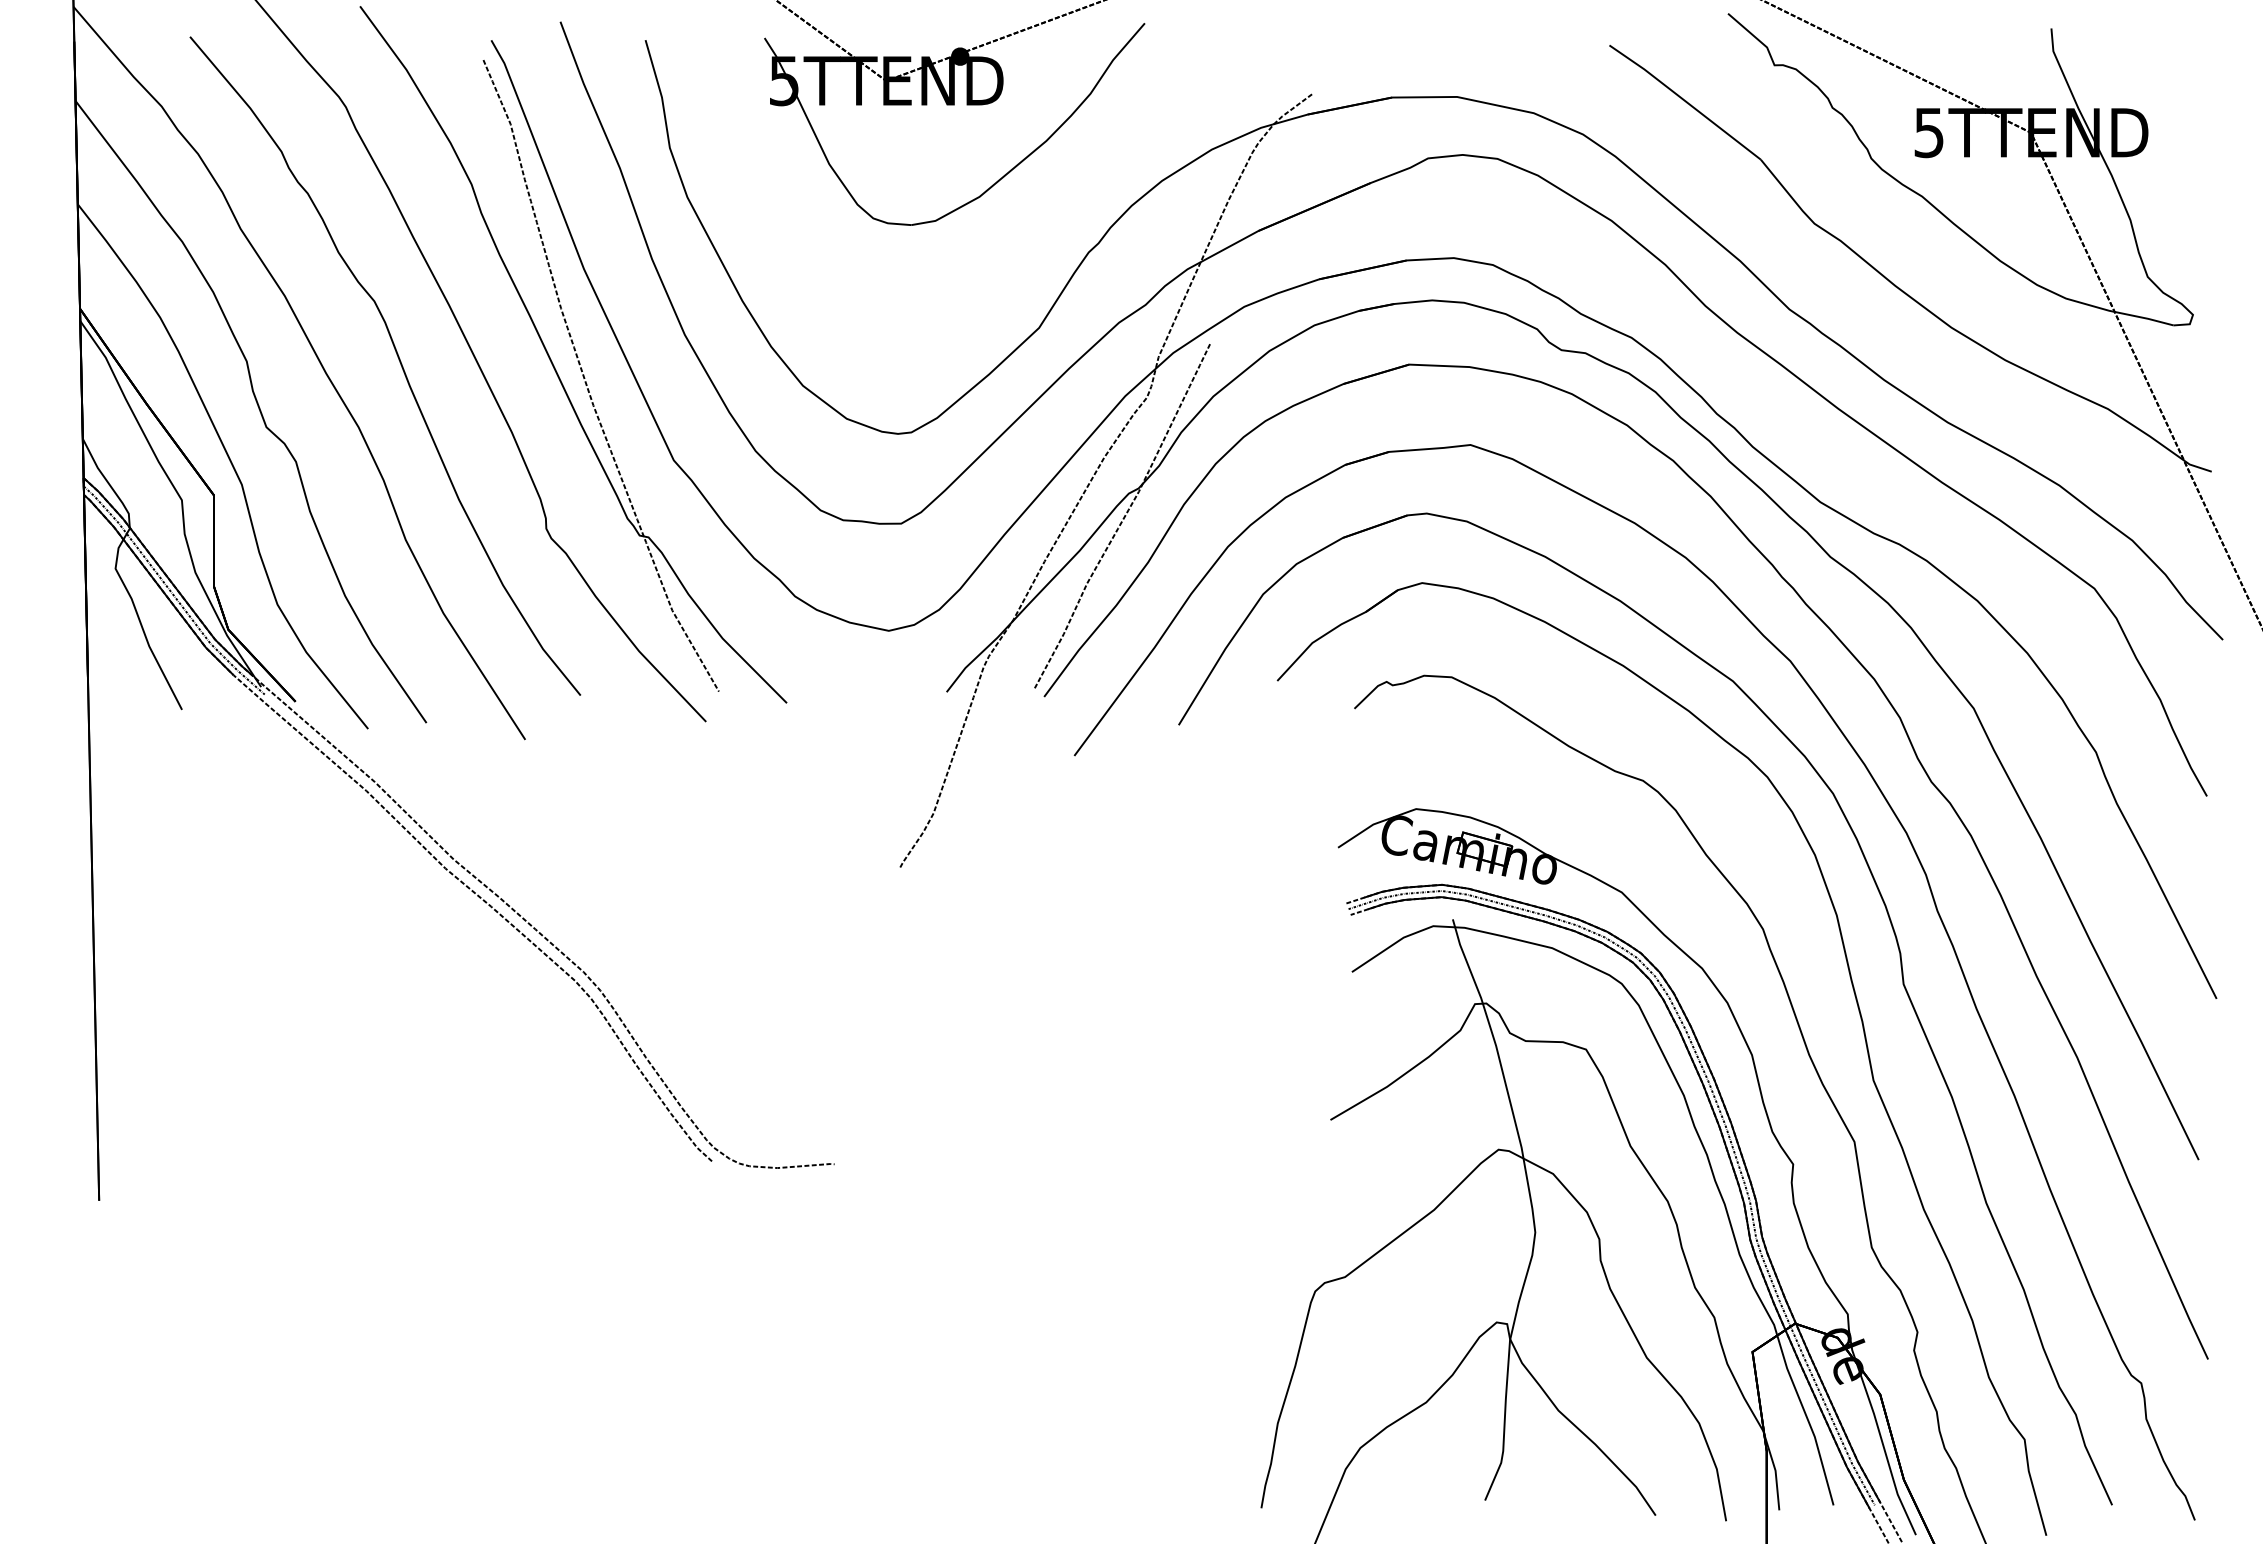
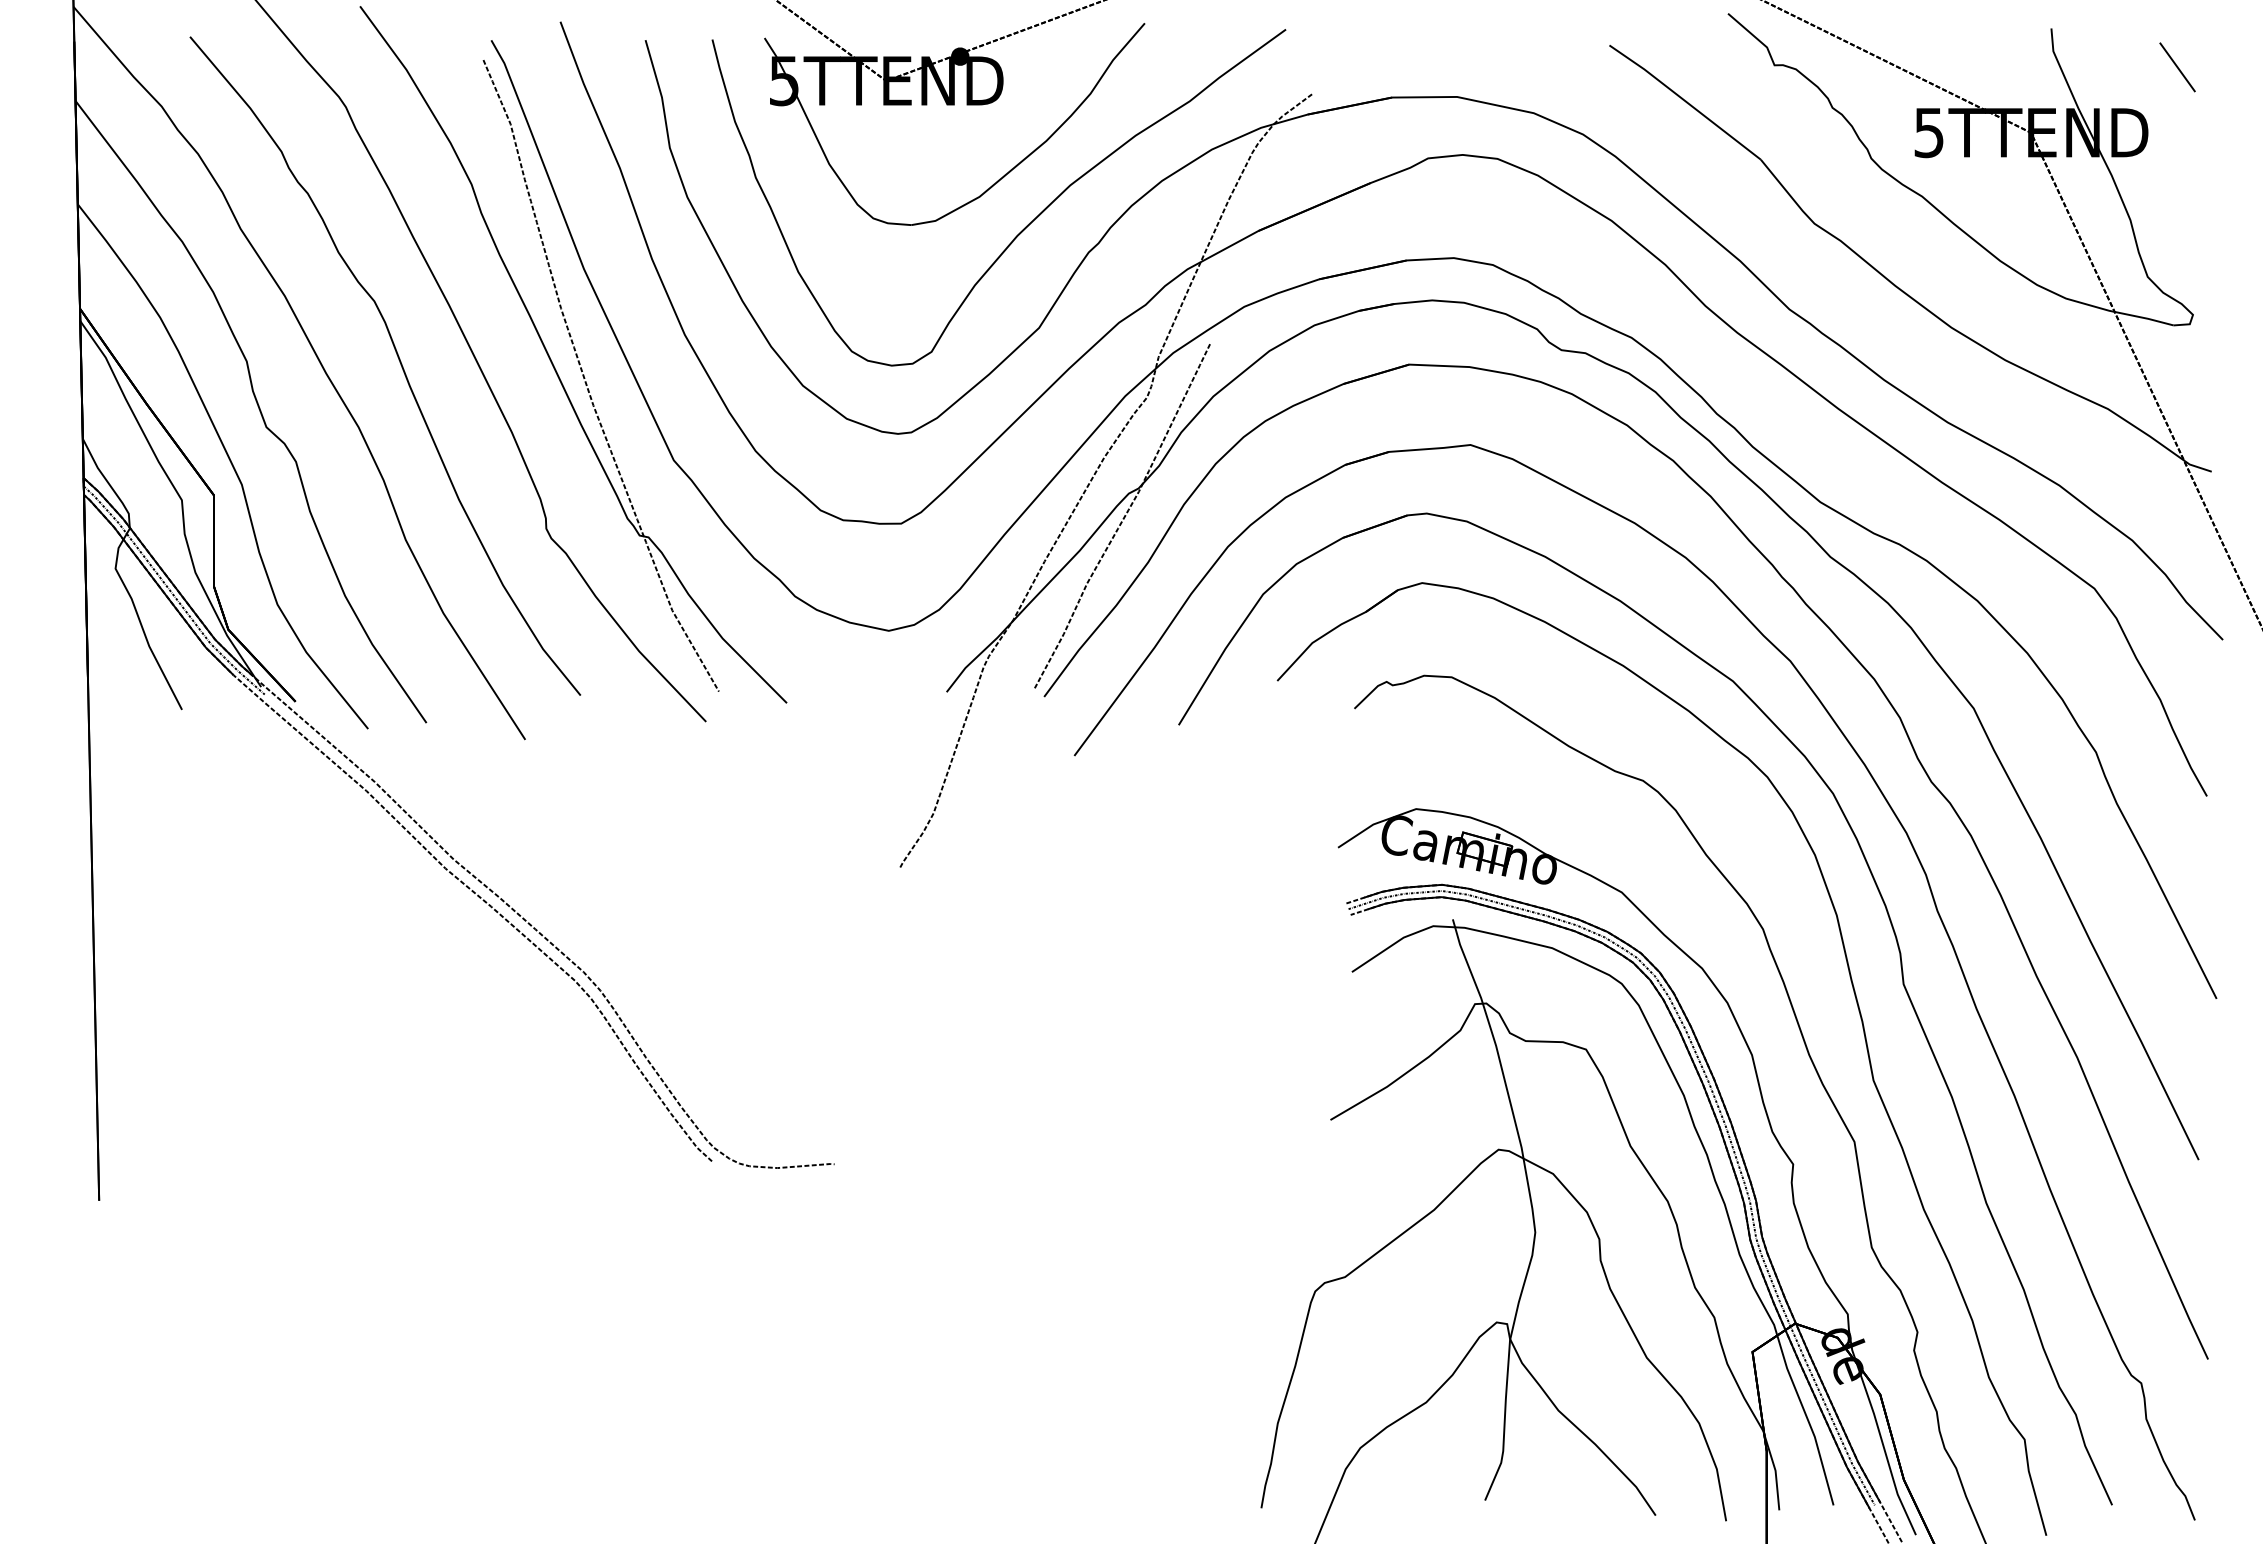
line at (2177, 67): none -> present
curve at (1026, 225): none -> present
